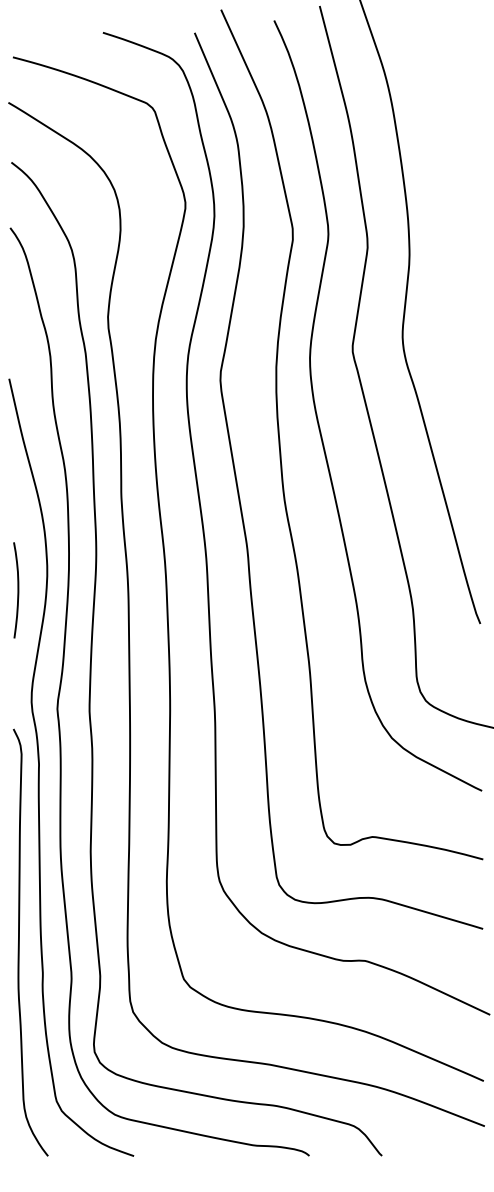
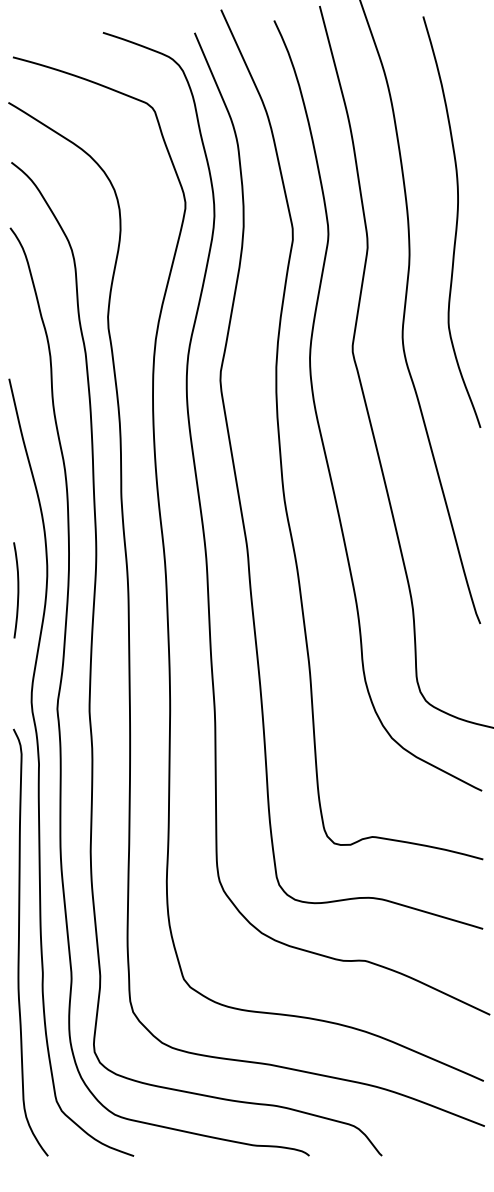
curve at (456, 221): none -> present
